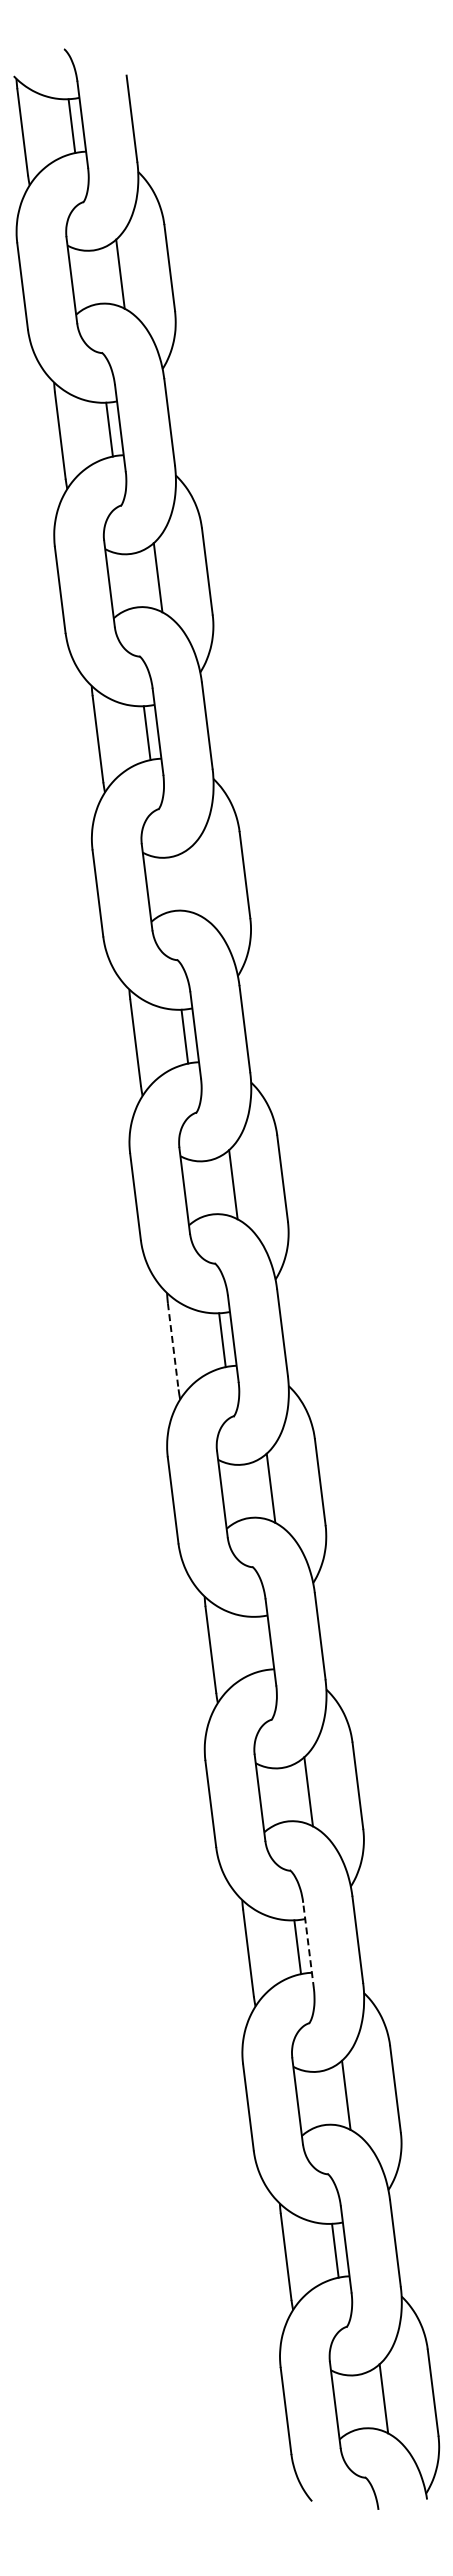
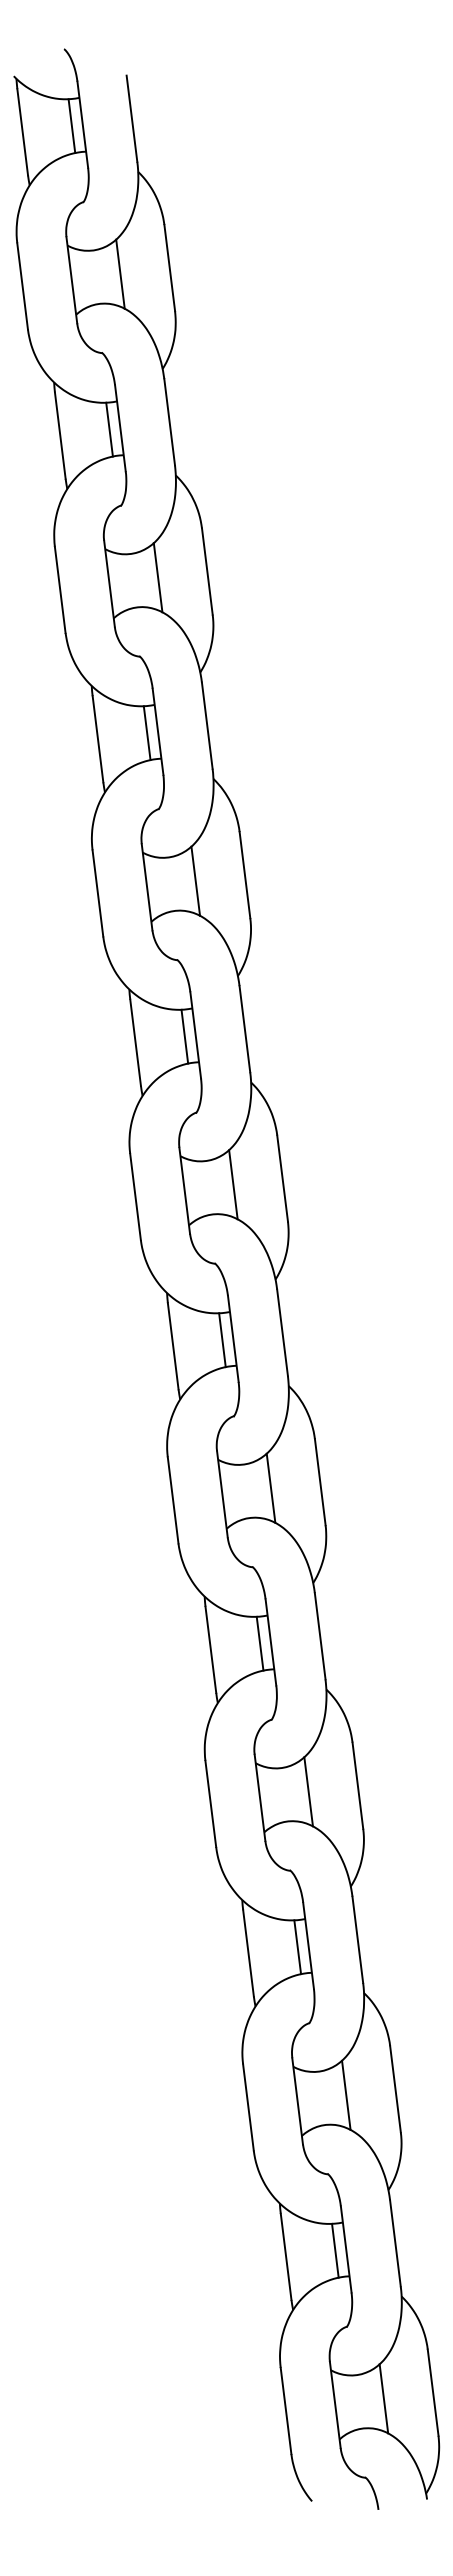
line at (195, 880): none -> present
line at (173, 1346): dashed -> solid
line at (259, 1643): none -> present
line at (308, 1945): dashed -> solid
